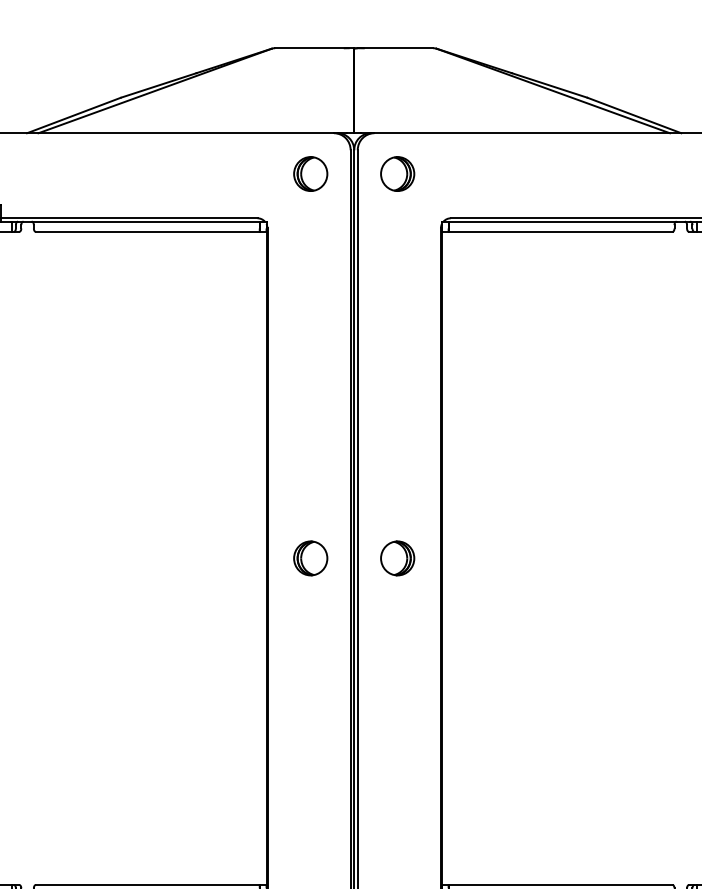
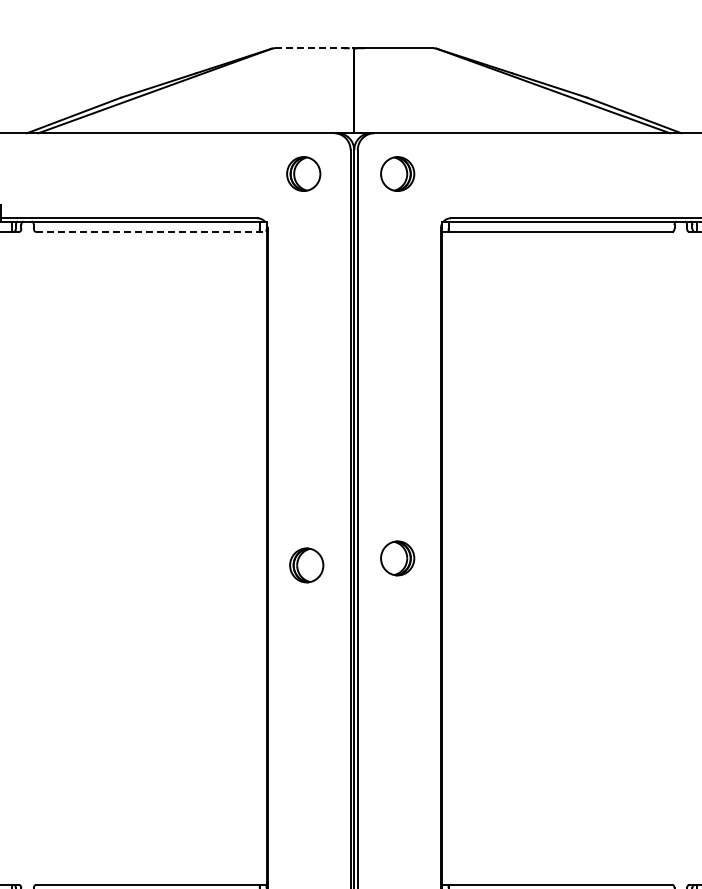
line at (314, 48): solid -> dashed
part at (310, 173) position: (310, 173) -> (303, 173)
line at (151, 231): solid -> dashed
part at (310, 558) position: (310, 558) -> (306, 565)
